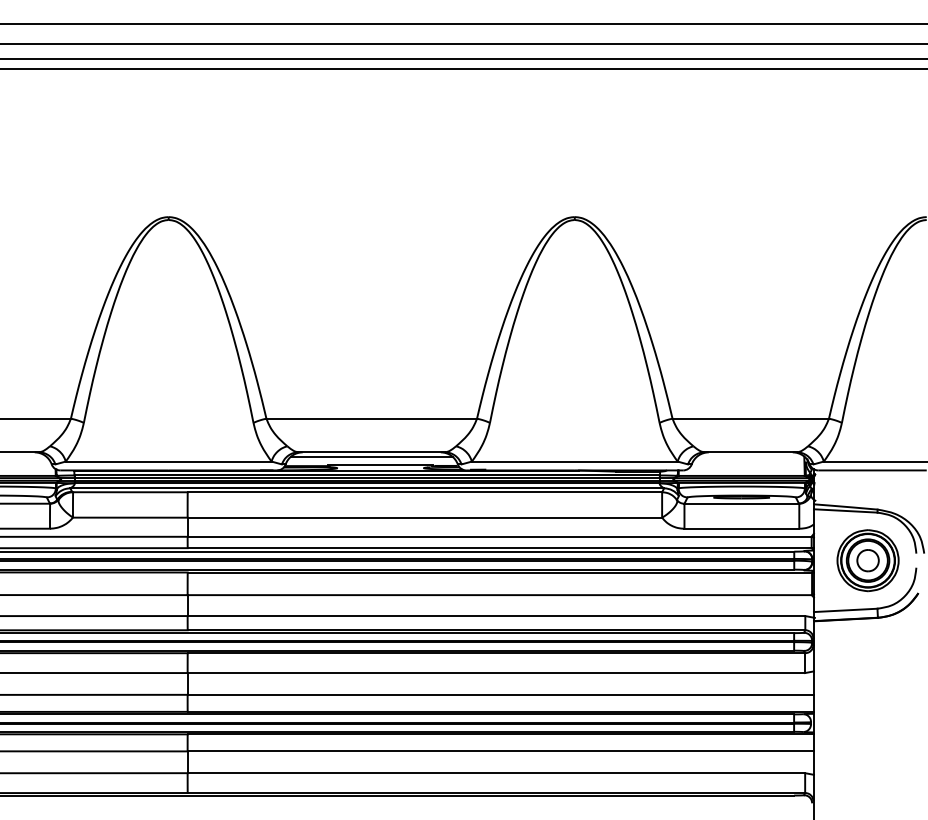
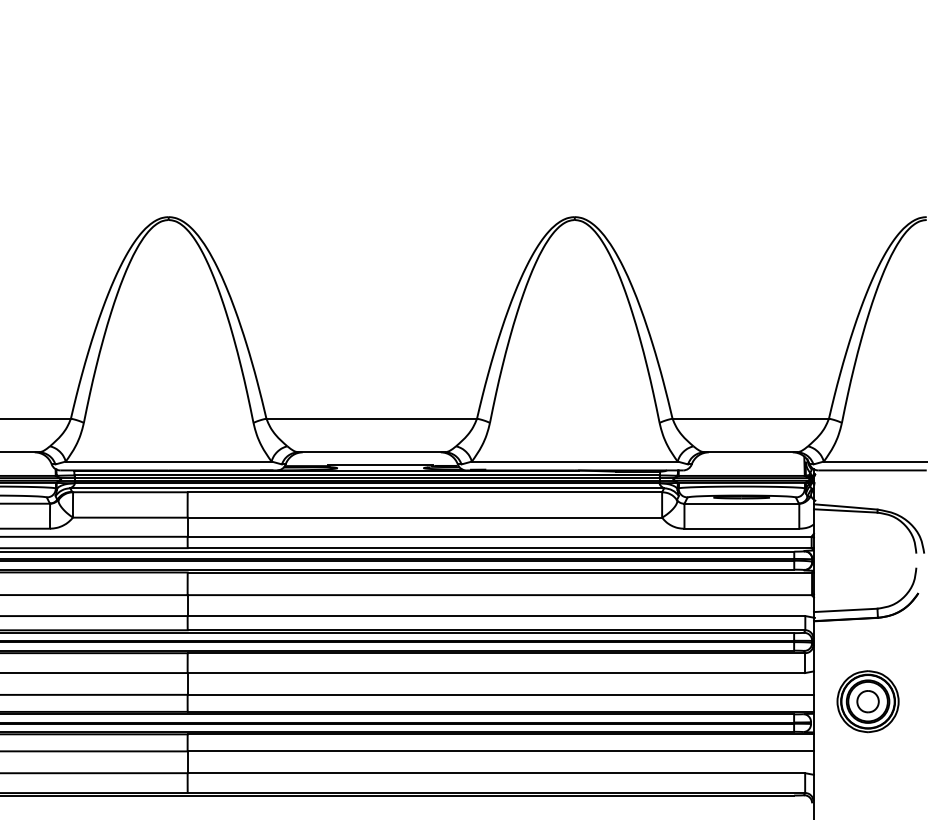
line at (463, 24): present -> none
line at (463, 44): present -> none
line at (463, 59): present -> none
line at (463, 69): present -> none
line at (371, 456): present -> none
part at (867, 560) position: (867, 560) -> (867, 701)
